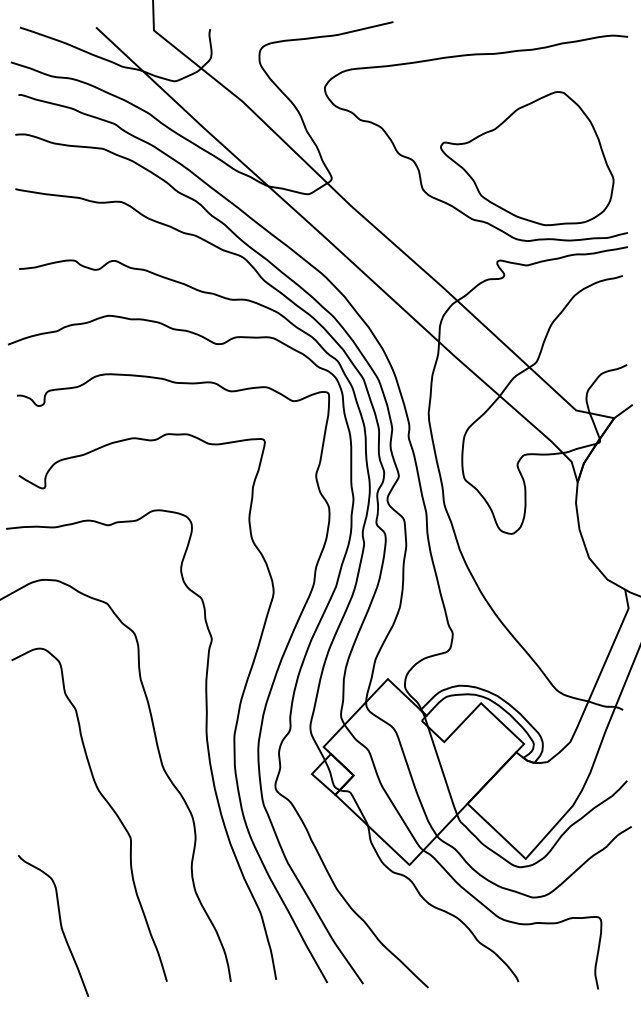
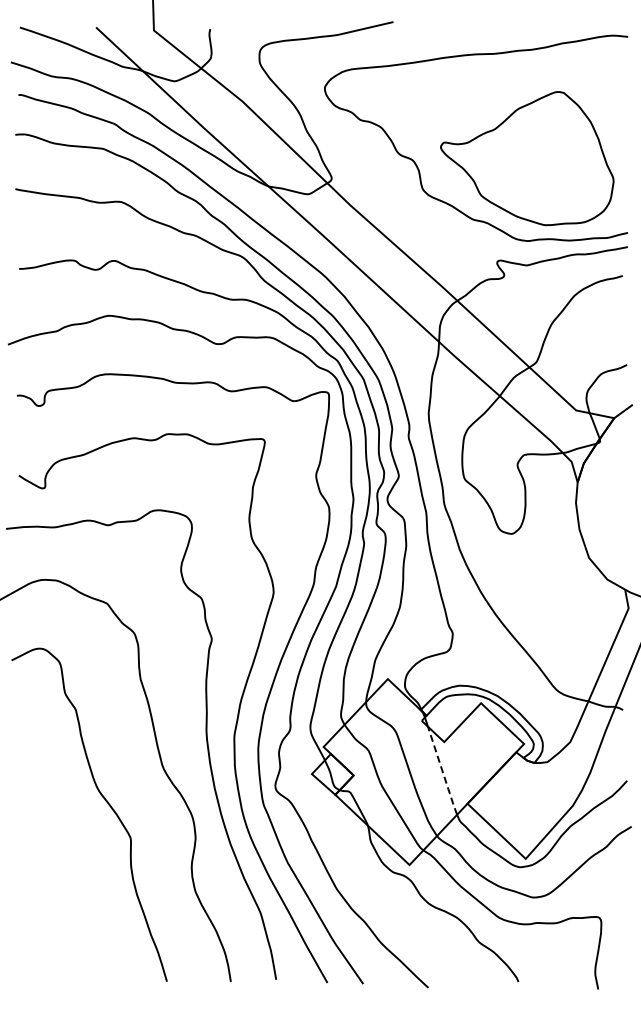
line at (442, 771): solid -> dashed
curve at (59, 922): present -> none
